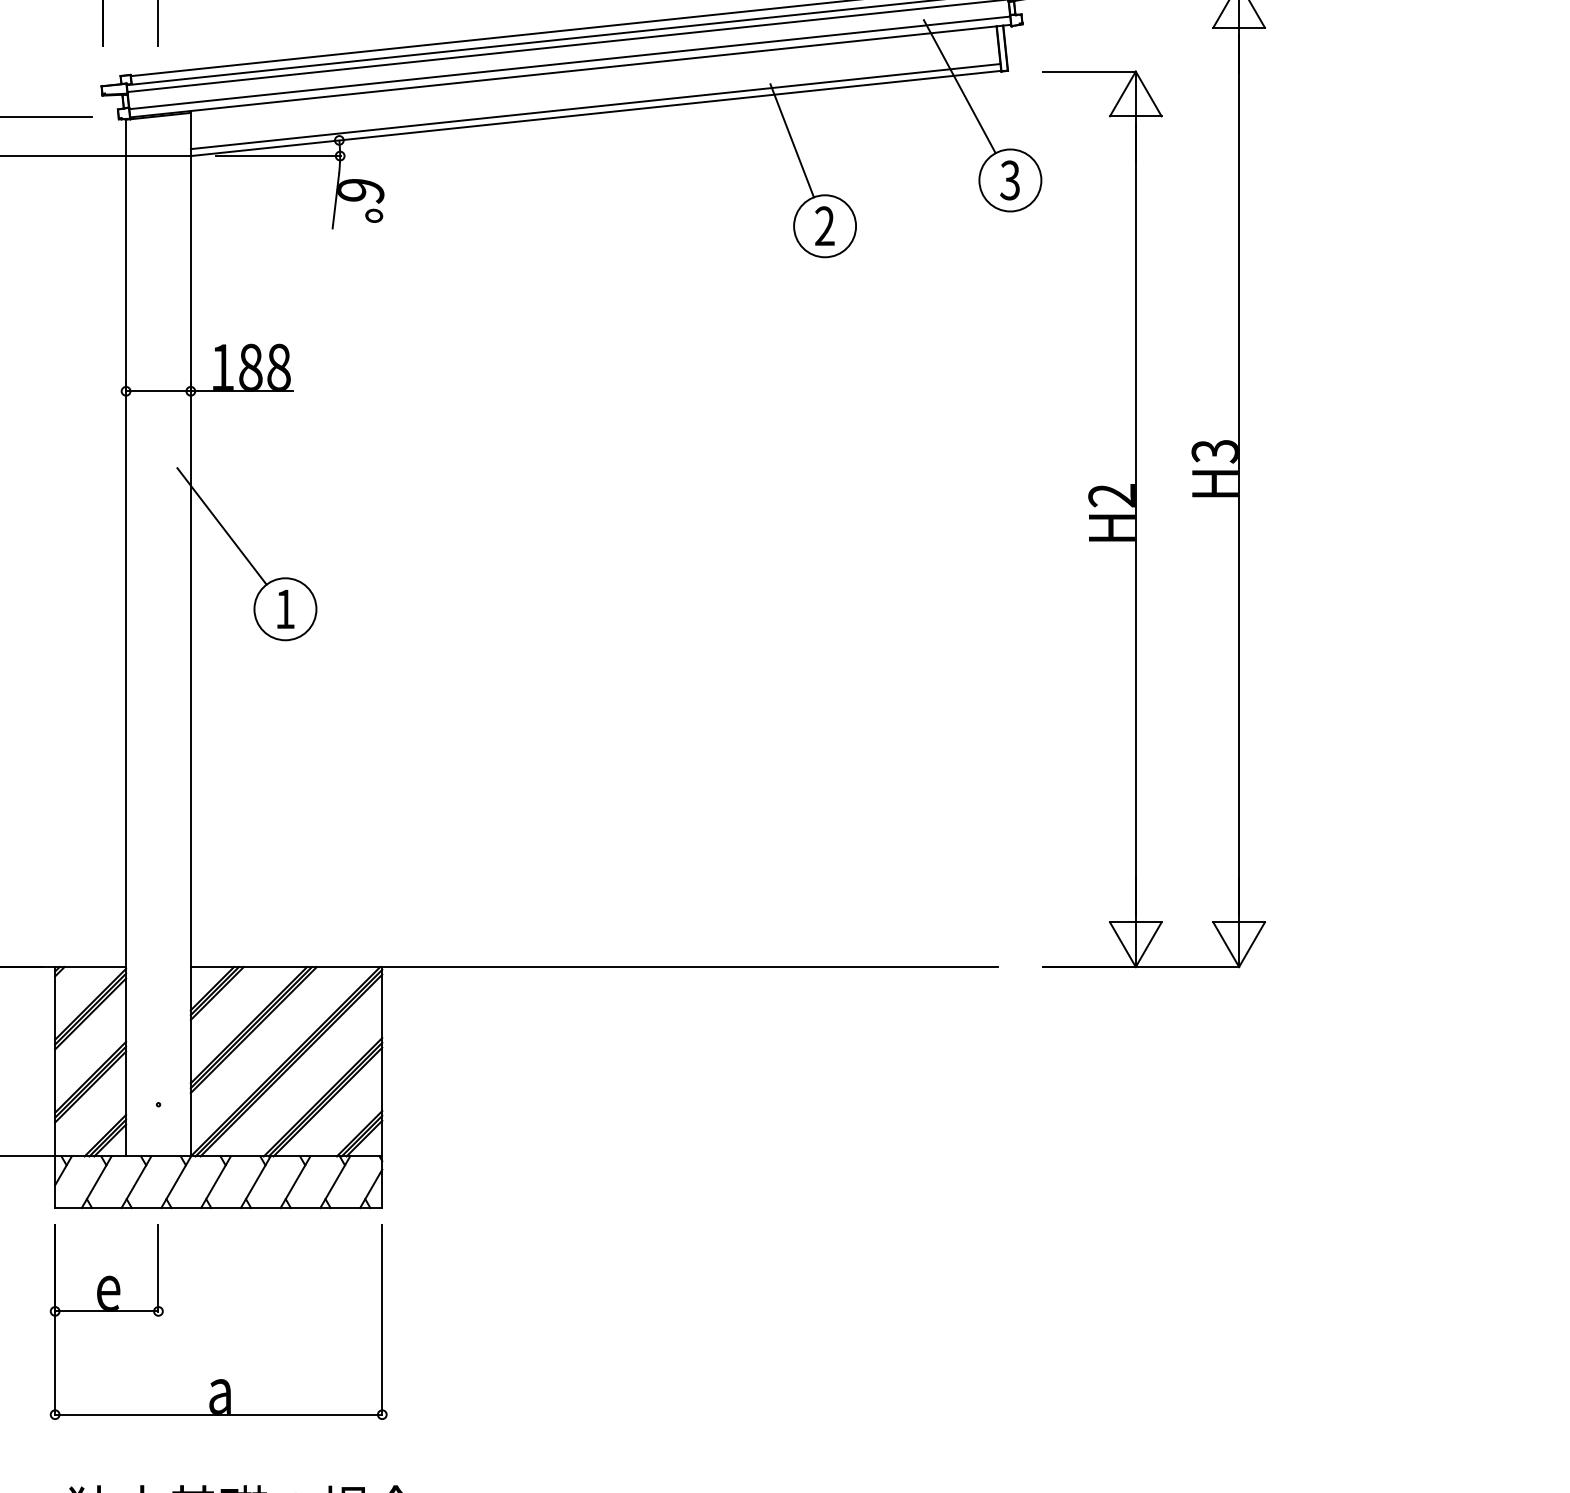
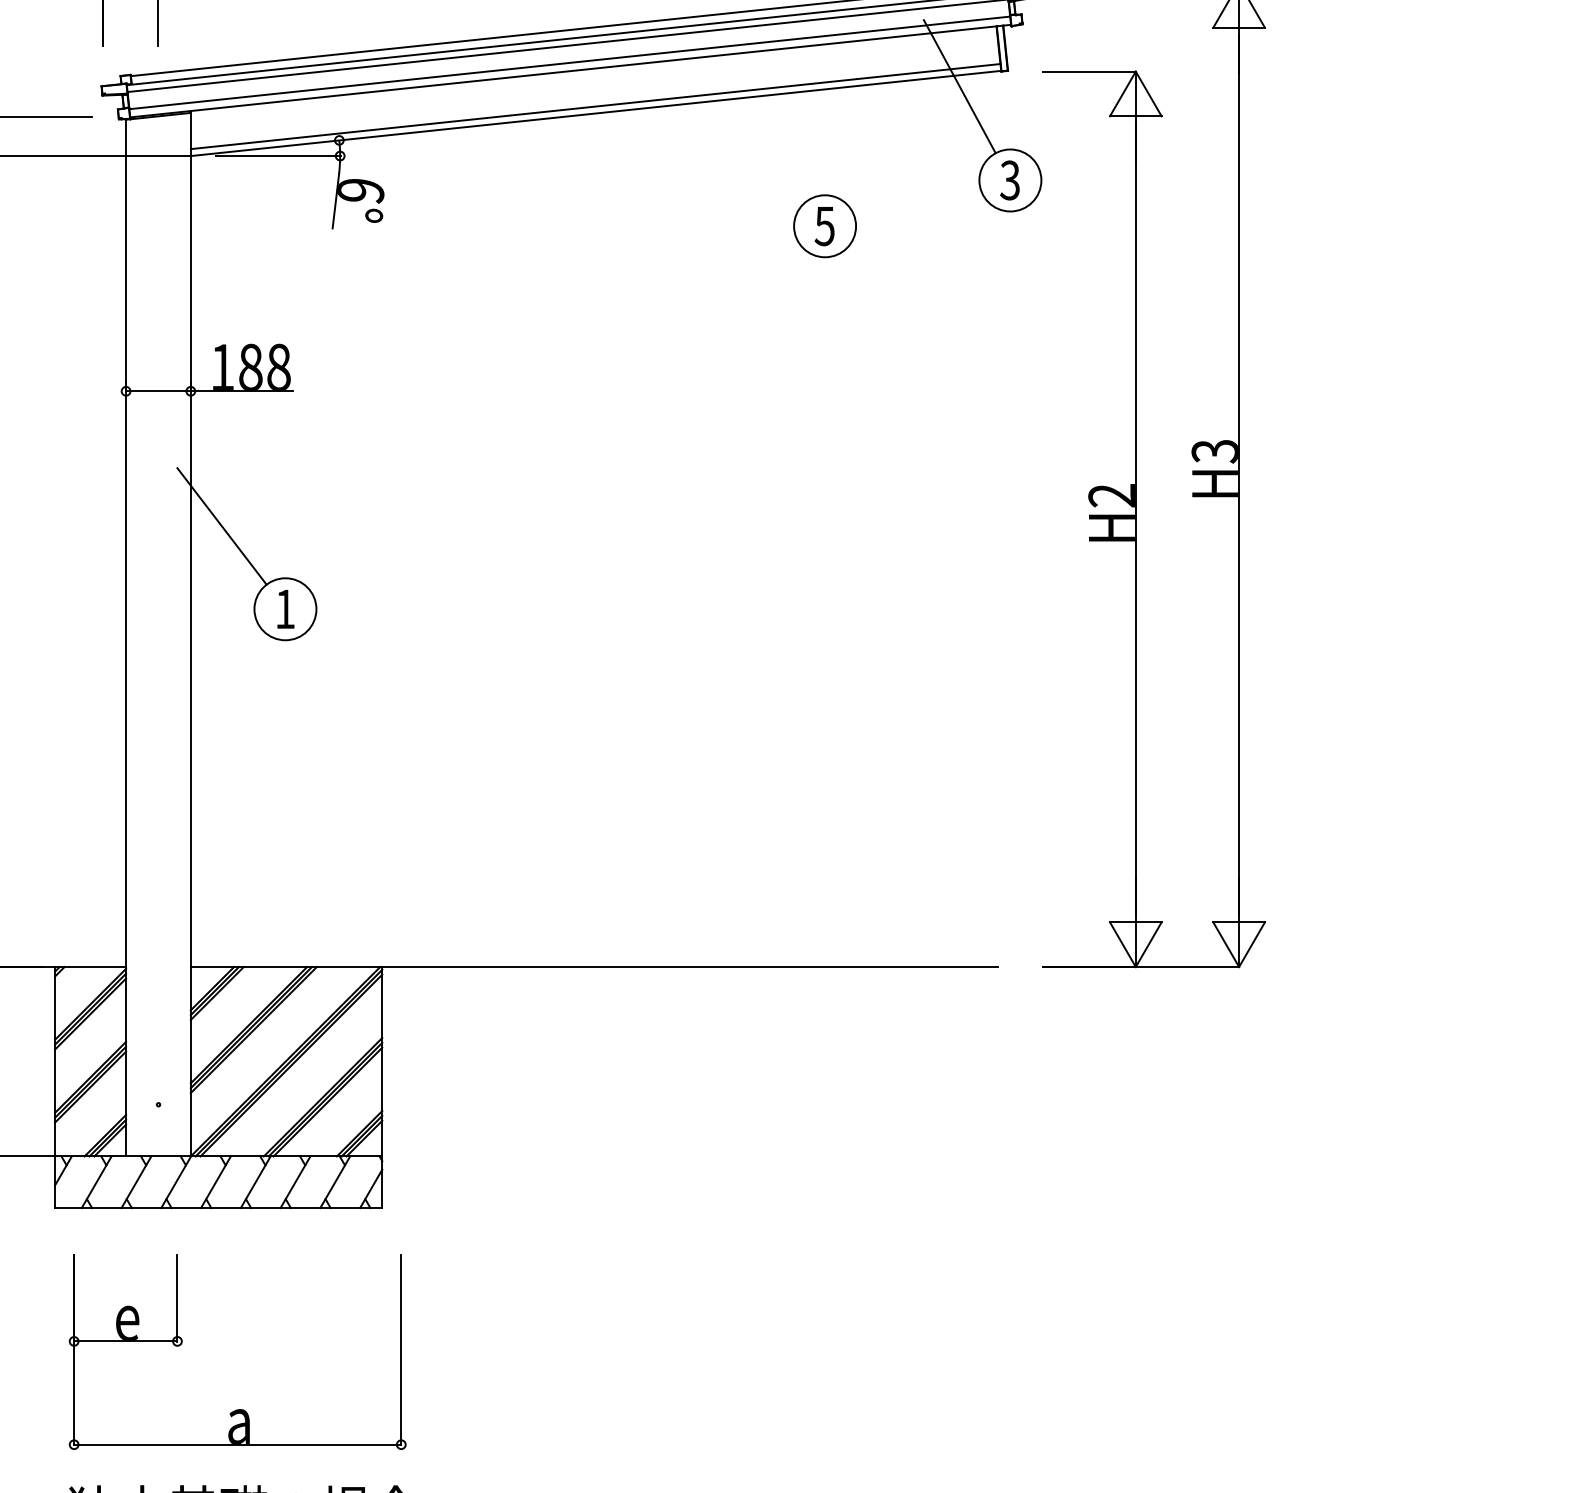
line at (791, 140): present -> none
text at (824, 226): 2 -> 5
part at (163, 1313) position: (163, 1313) -> (182, 1343)
